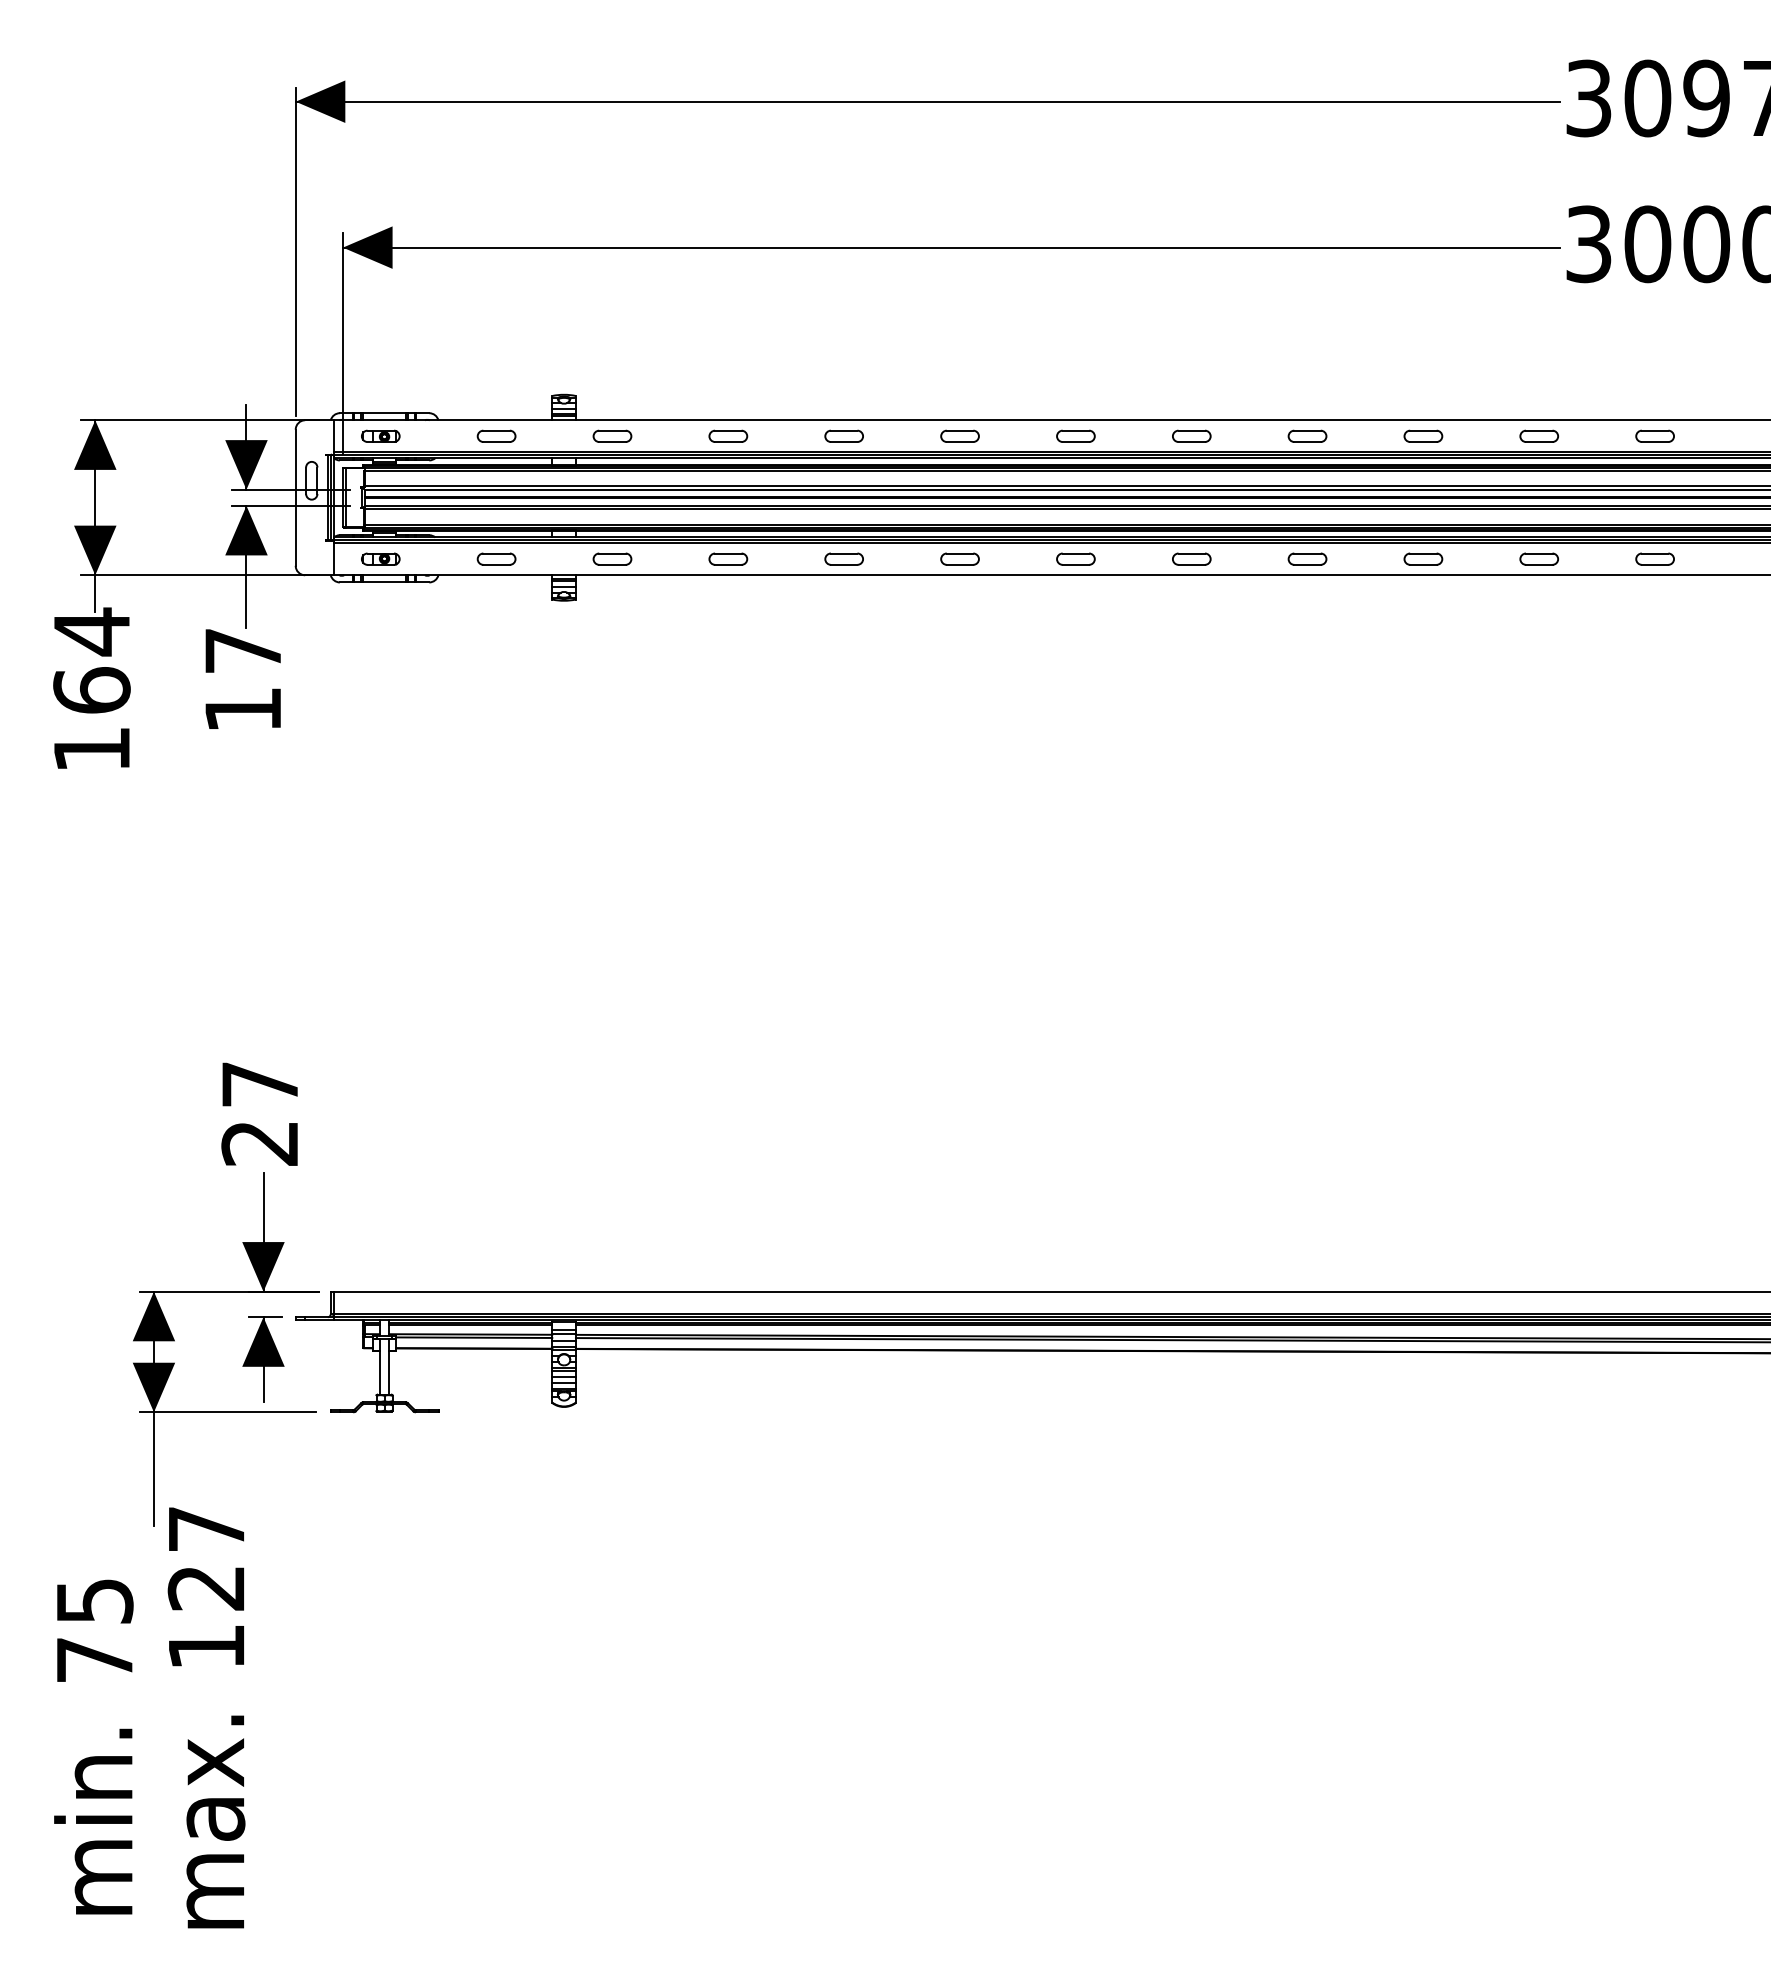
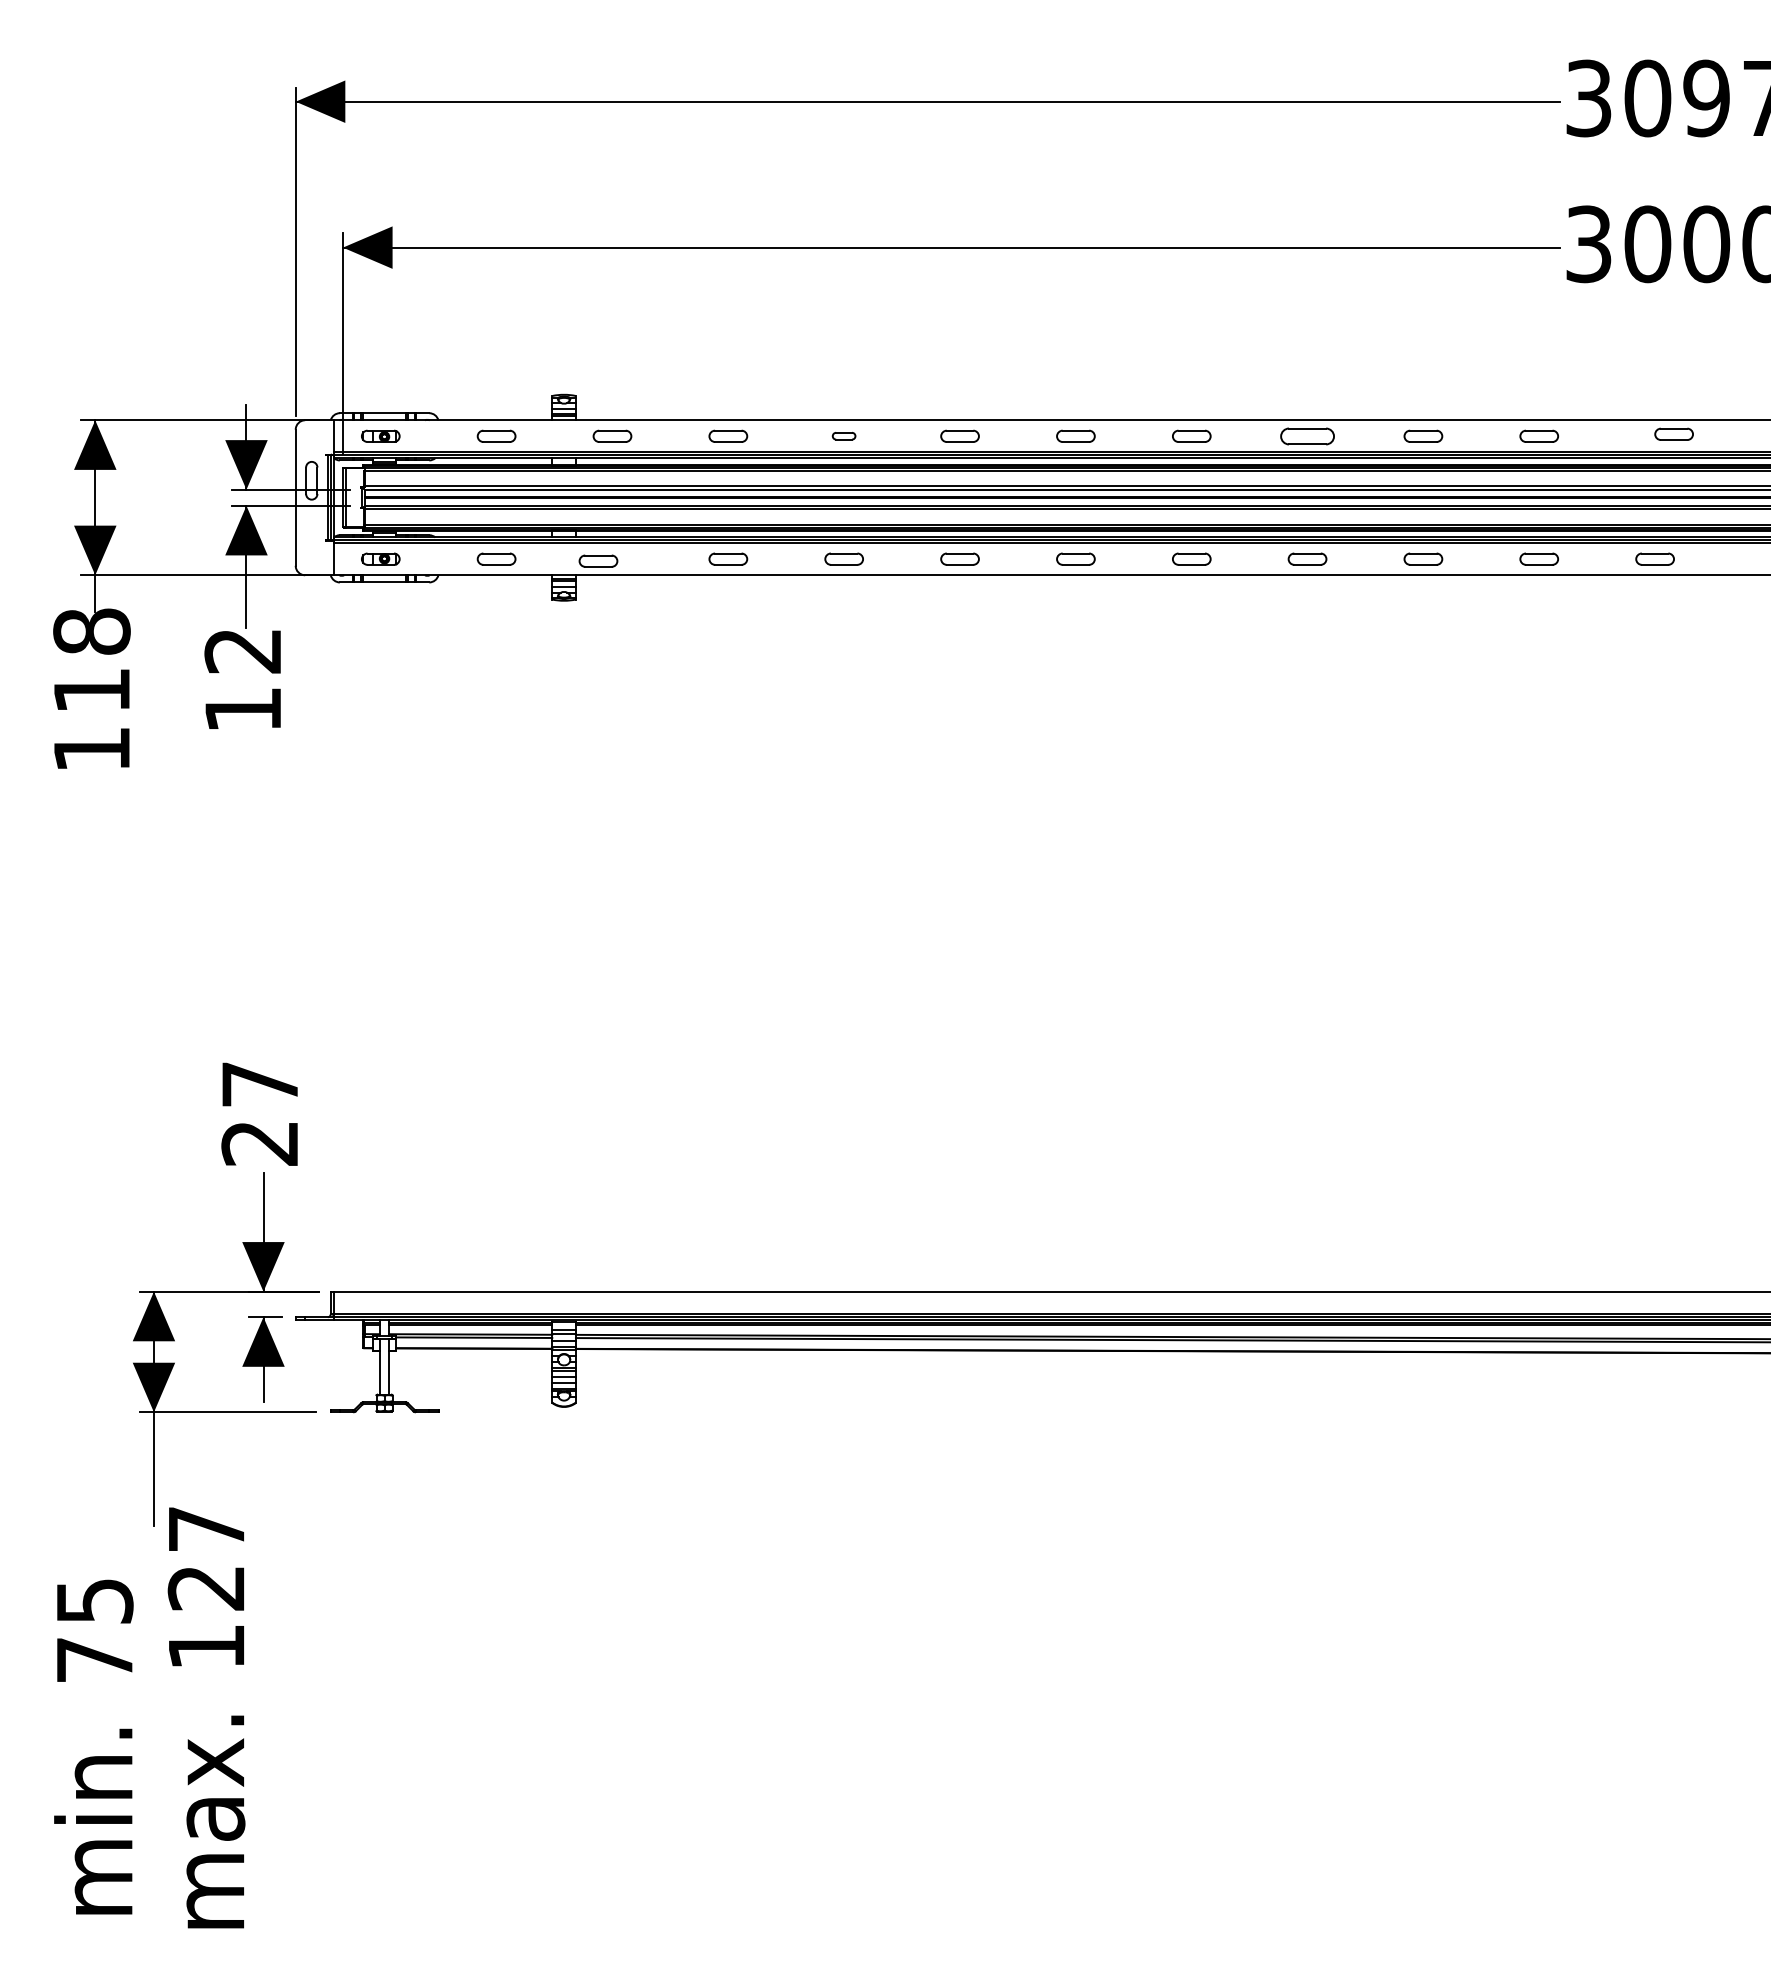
part at (843, 435) size: 40x14 px -> 26x9 px
part at (1307, 435) size: 41x14 px -> 55x19 px
part at (1654, 435) position: (1654, 435) -> (1673, 433)
part at (612, 558) position: (612, 558) -> (598, 560)
text at (242, 651): 17 -> 12
text at (91, 660): 164 -> 118
